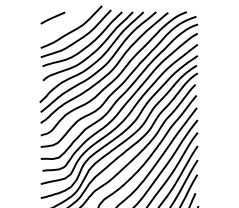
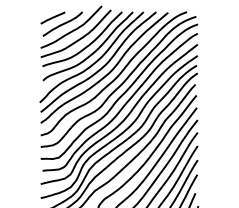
curve at (62, 23): none -> present
